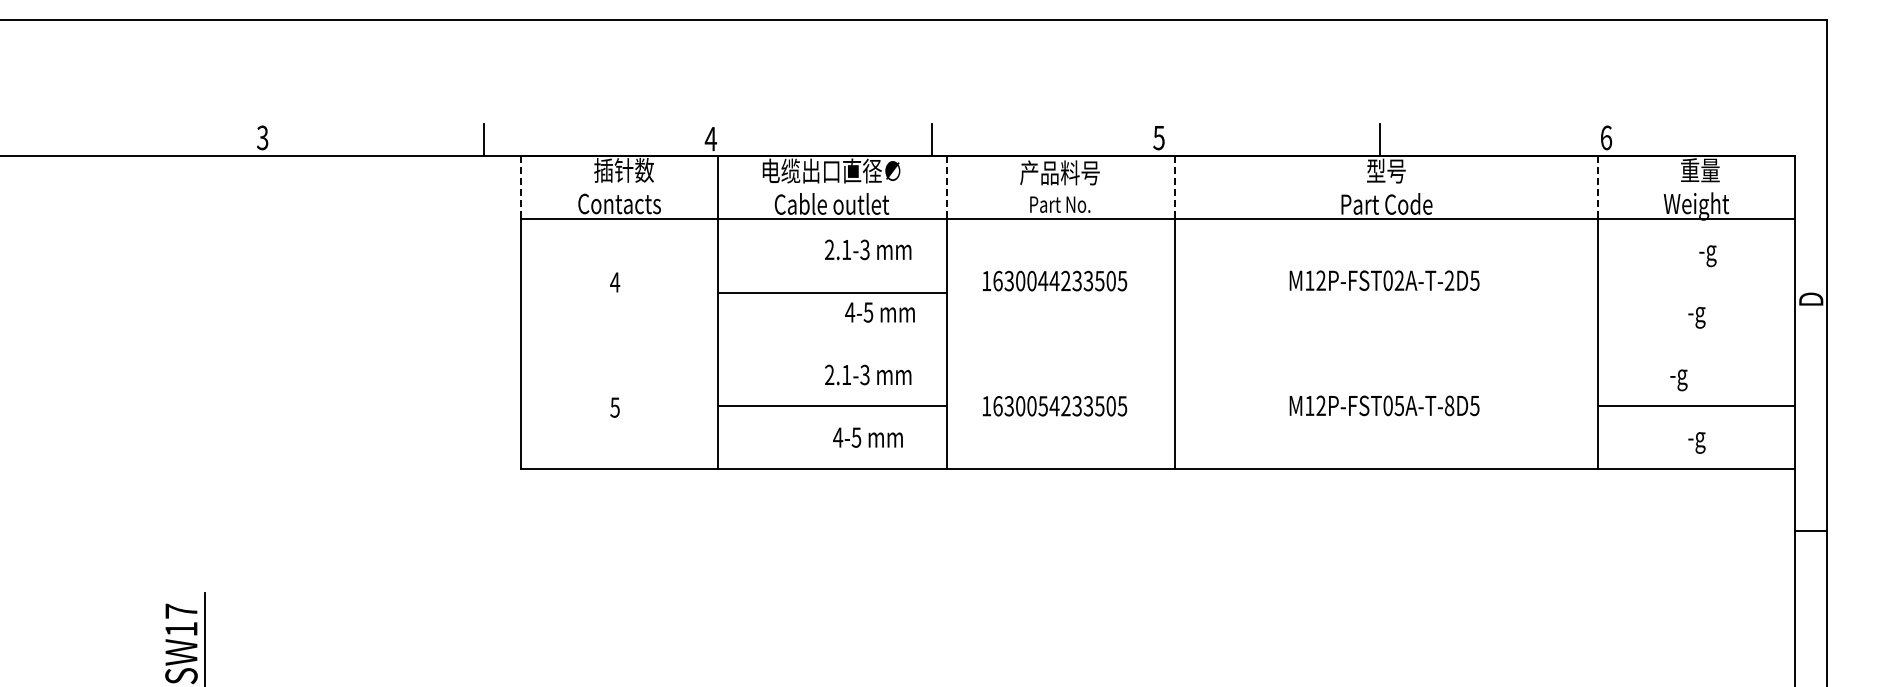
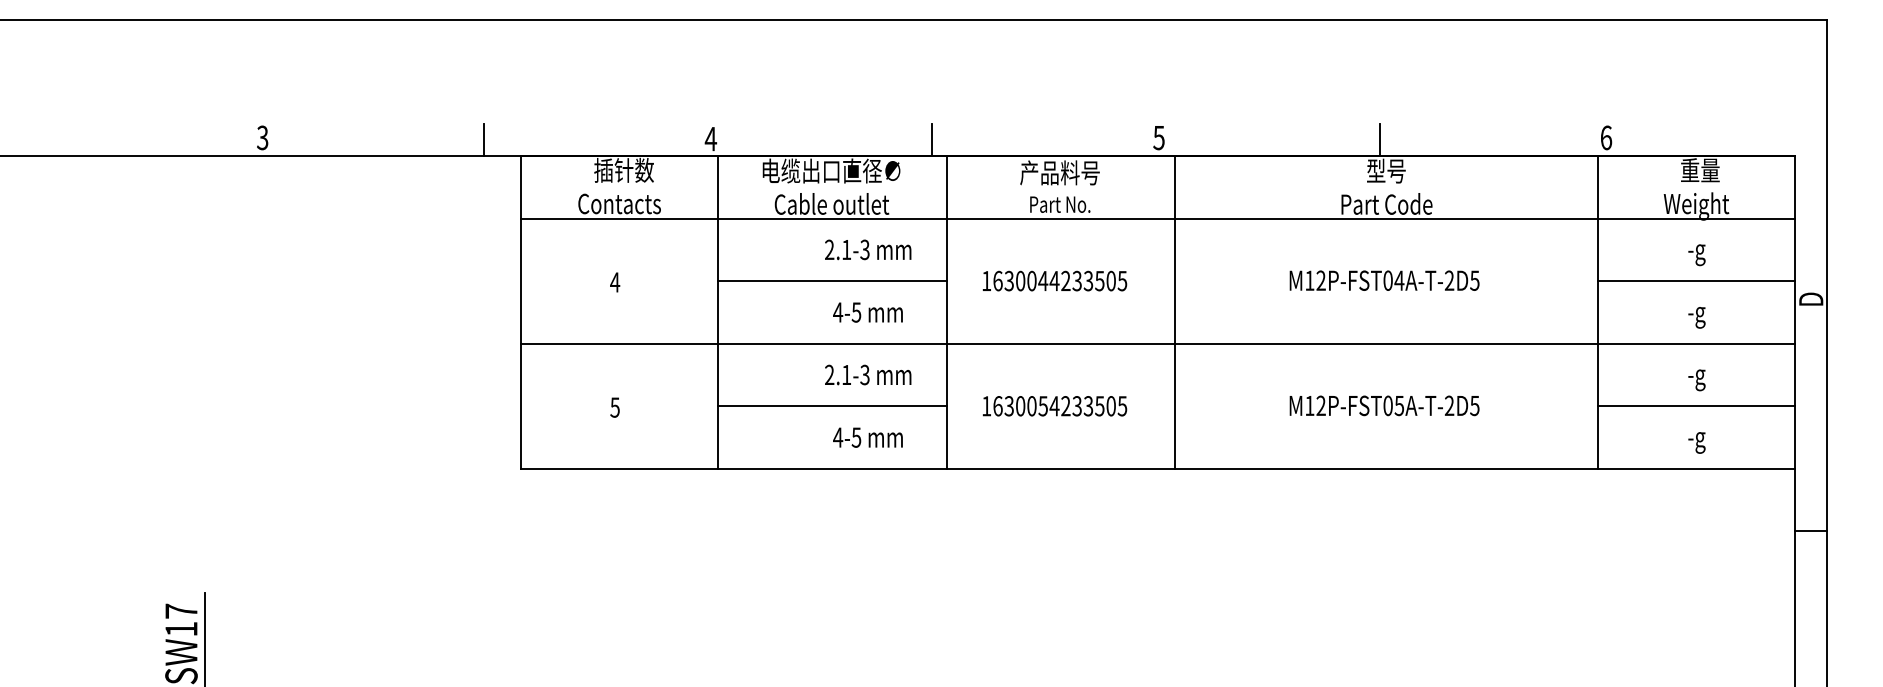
line at (520, 187): dashed -> solid
line at (946, 187): dashed -> solid
line at (1175, 187): dashed -> solid
line at (1597, 187): dashed -> solid
text at (1707, 256) position: (1707, 256) -> (1696, 255)
text at (1399, 280): M12P-FST02A-T-2D5 -> M12P-FST04A-T-2D5
line at (1696, 281): none -> present
line at (832, 293) position: (832, 293) -> (832, 281)
text at (879, 312) position: (879, 312) -> (867, 312)
line at (1157, 343): none -> present
text at (1678, 380) position: (1678, 380) -> (1696, 380)
text at (1449, 405): M12P-FST05A-T-8D5 -> M12P-FST05A-T-2D5
